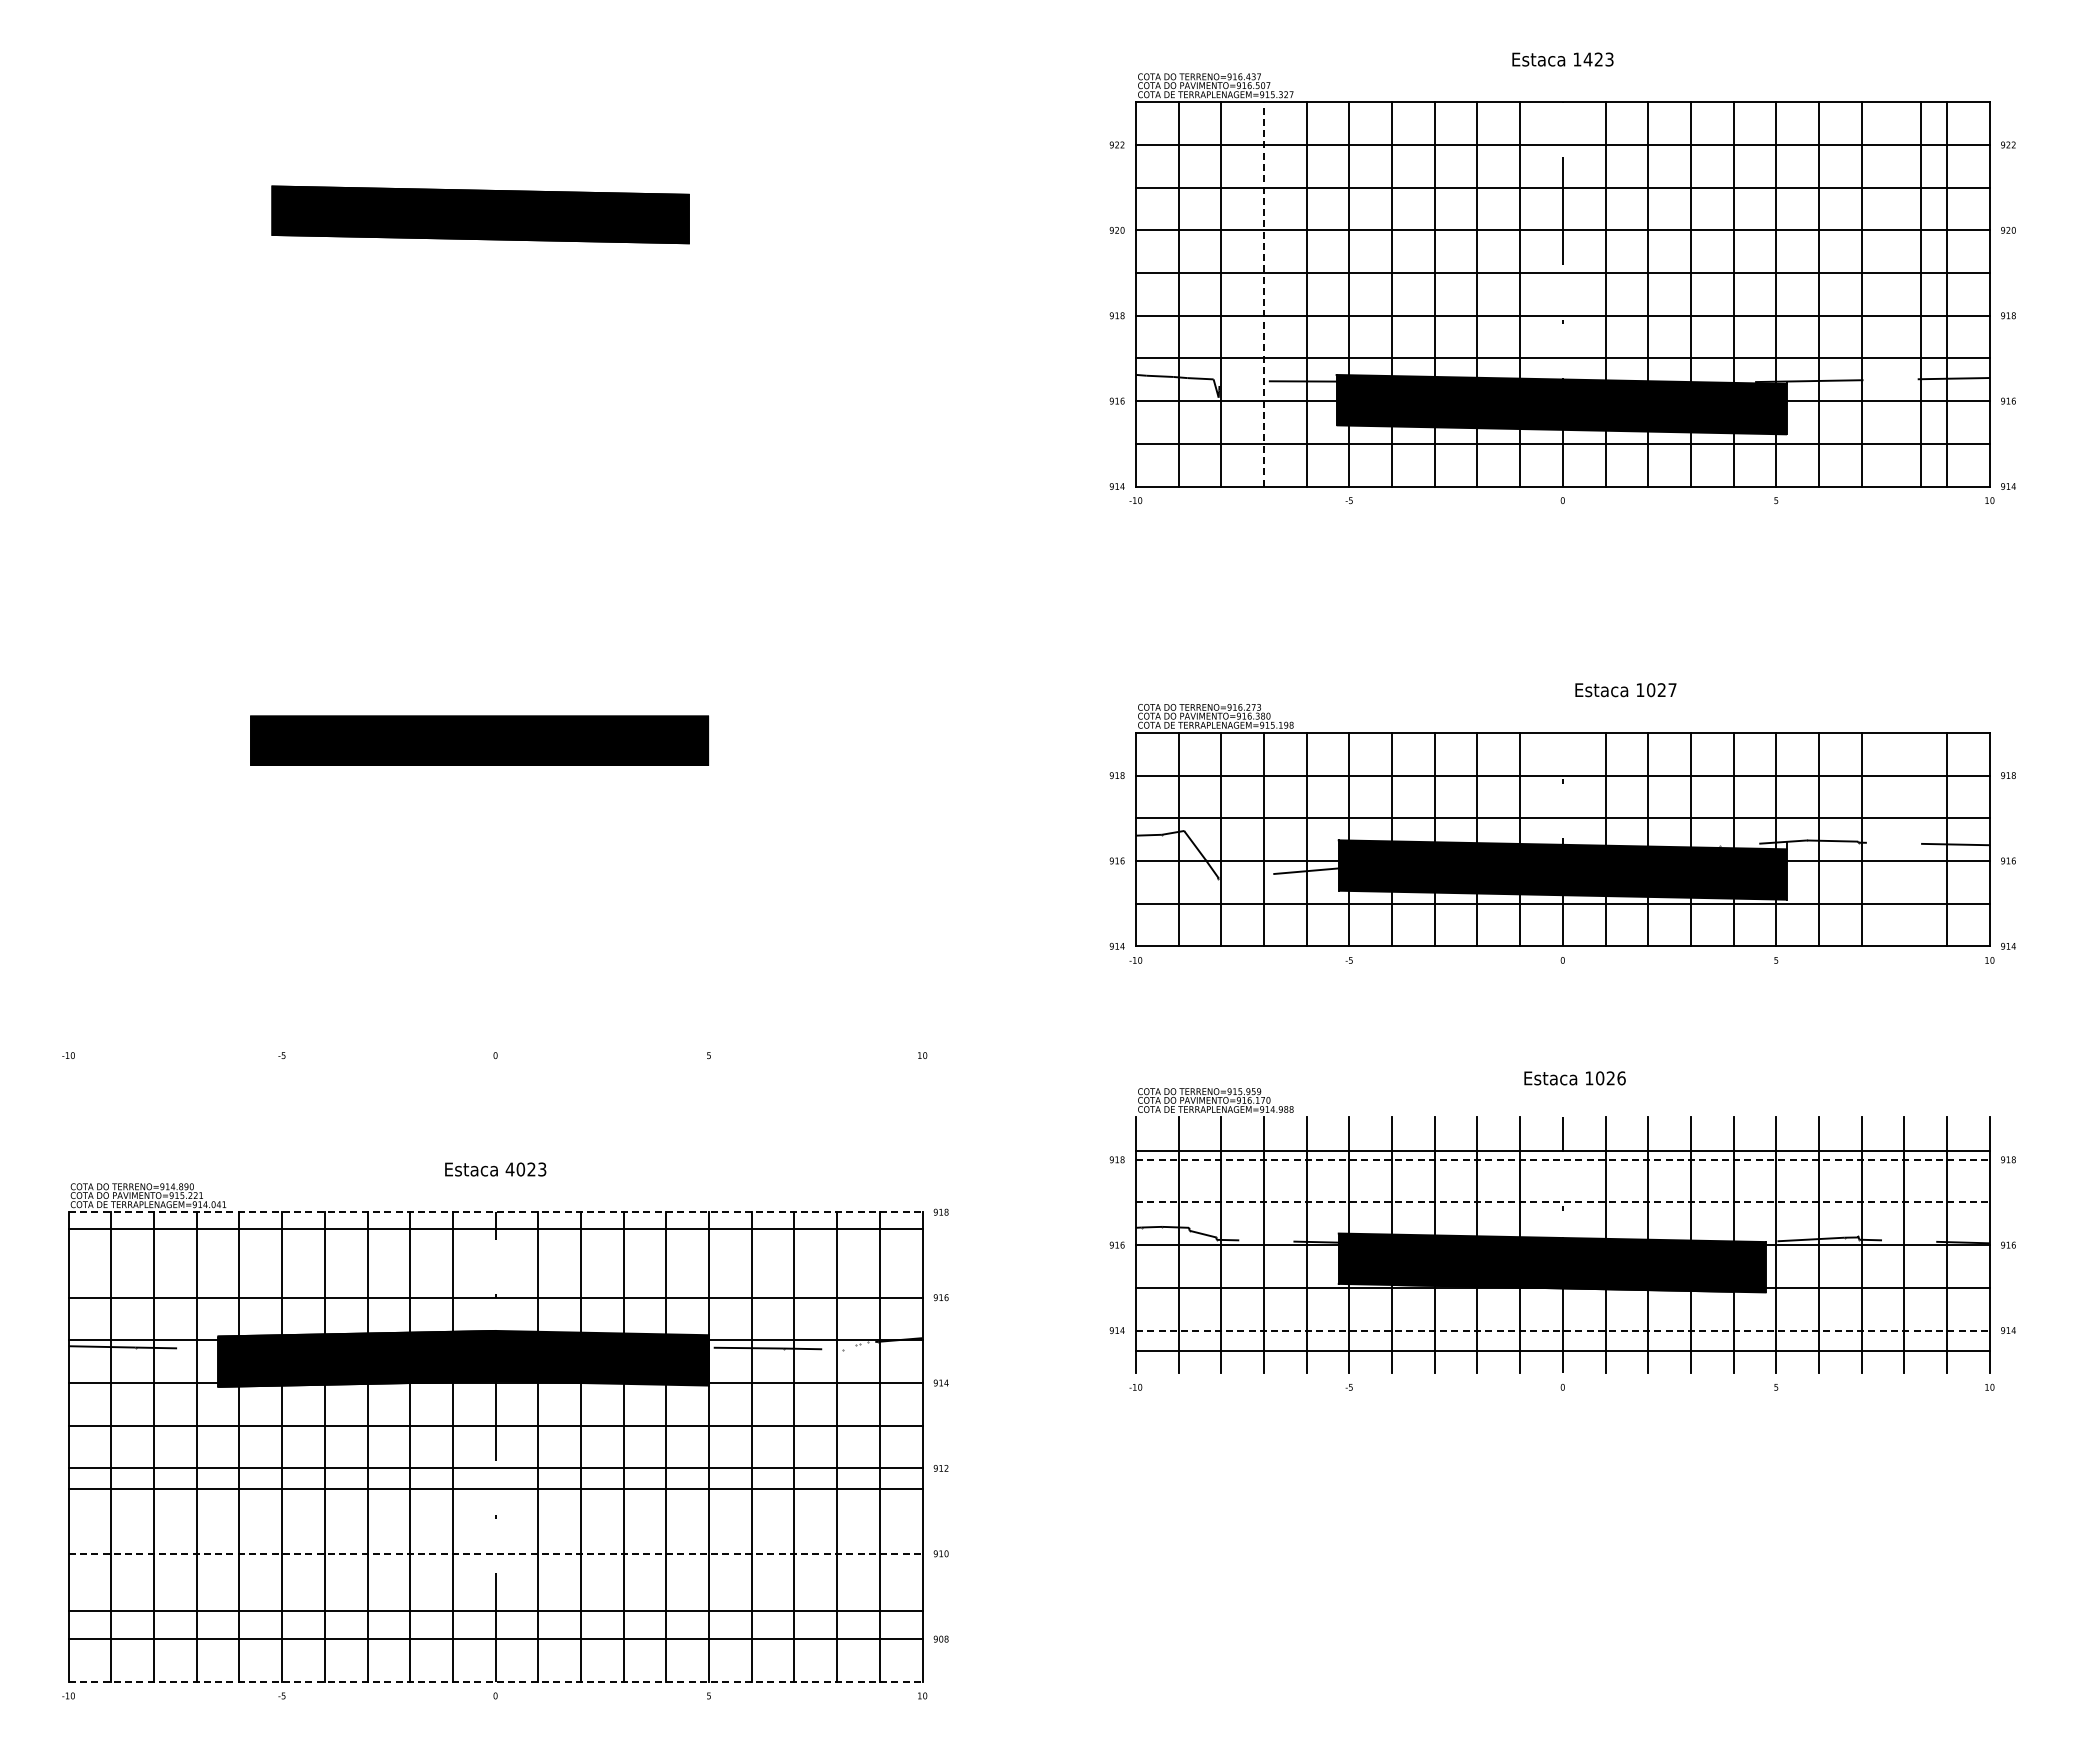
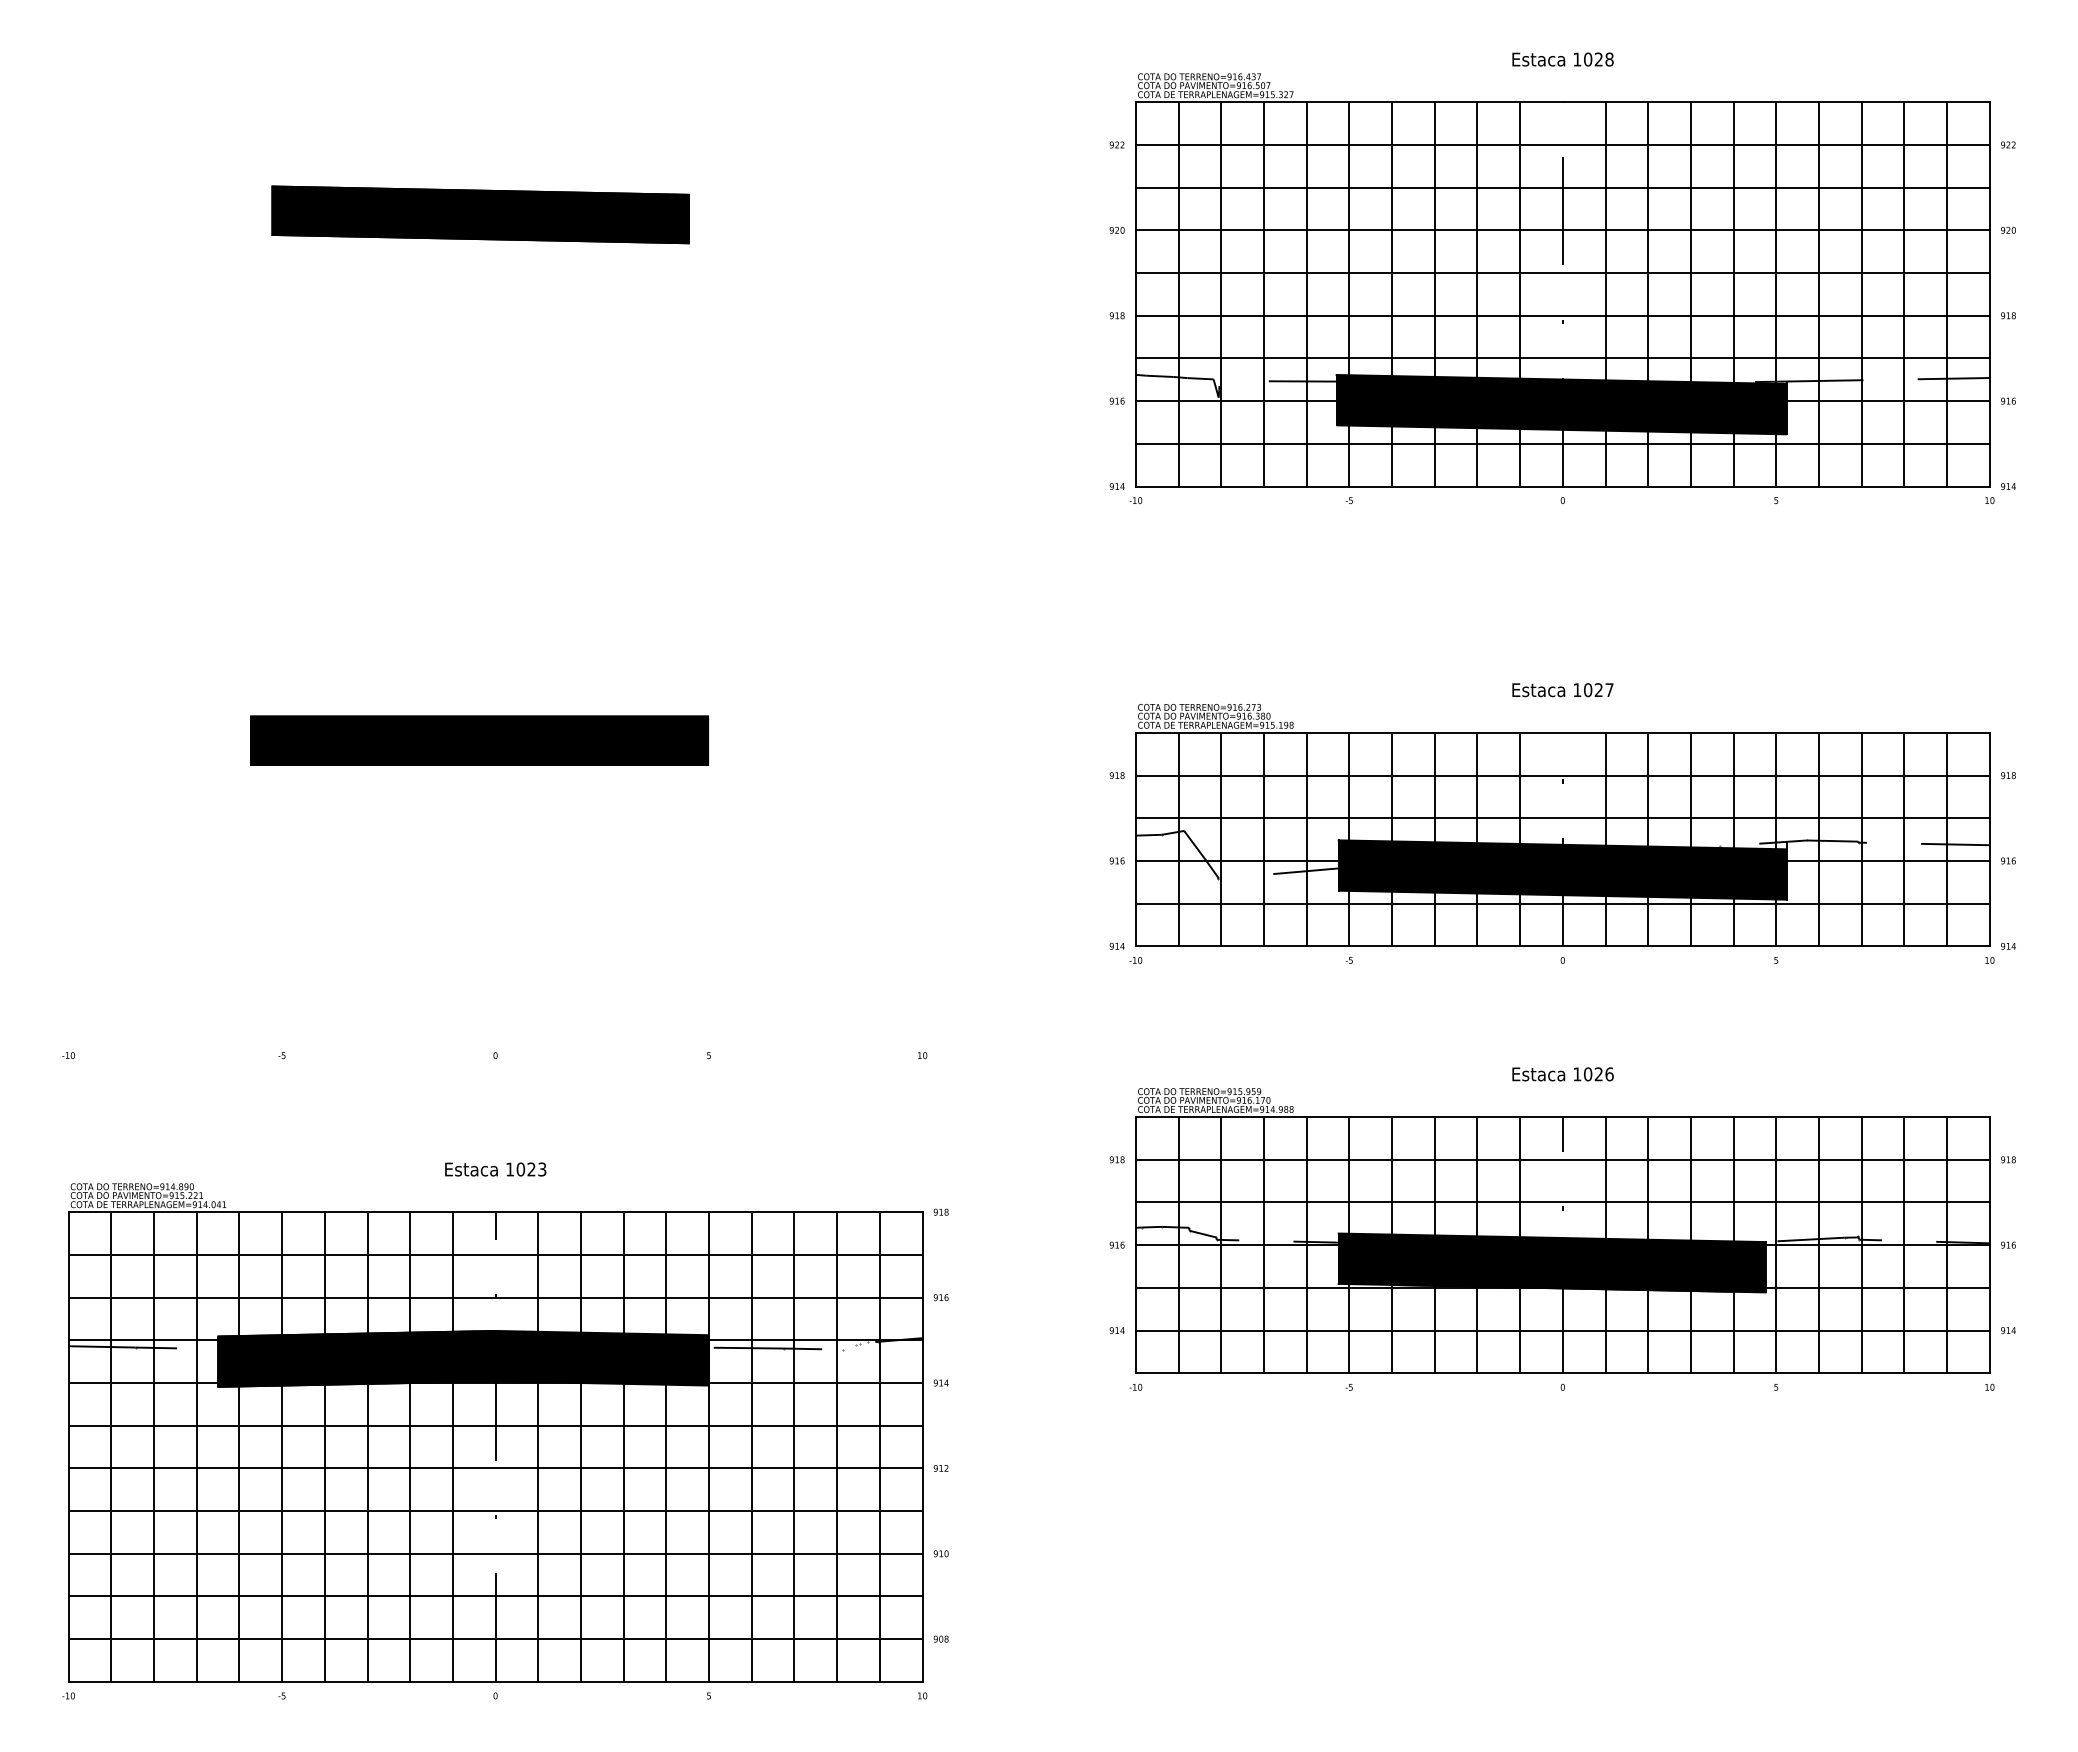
text at (1598, 59): 1423 -> 1028
line at (1264, 293): dashed -> solid
line at (1921, 294) position: (1921, 294) -> (1904, 294)
text at (1625, 690) position: (1625, 690) -> (1562, 690)
line at (1904, 839): none -> present
text at (1574, 1078) position: (1574, 1078) -> (1562, 1074)
line at (1562, 1151) position: (1562, 1151) -> (1562, 1117)
line at (1562, 1159): dashed -> solid
text at (509, 1169): 4023 -> 1023
line at (1562, 1202): dashed -> solid
line at (495, 1212): dashed -> solid
line at (495, 1228) position: (495, 1228) -> (495, 1254)
line at (1562, 1330): dashed -> solid
line at (1562, 1351) position: (1562, 1351) -> (1562, 1373)
line at (495, 1489) position: (495, 1489) -> (495, 1511)
line at (495, 1553): dashed -> solid
line at (495, 1611) position: (495, 1611) -> (495, 1596)
line at (495, 1681): dashed -> solid
